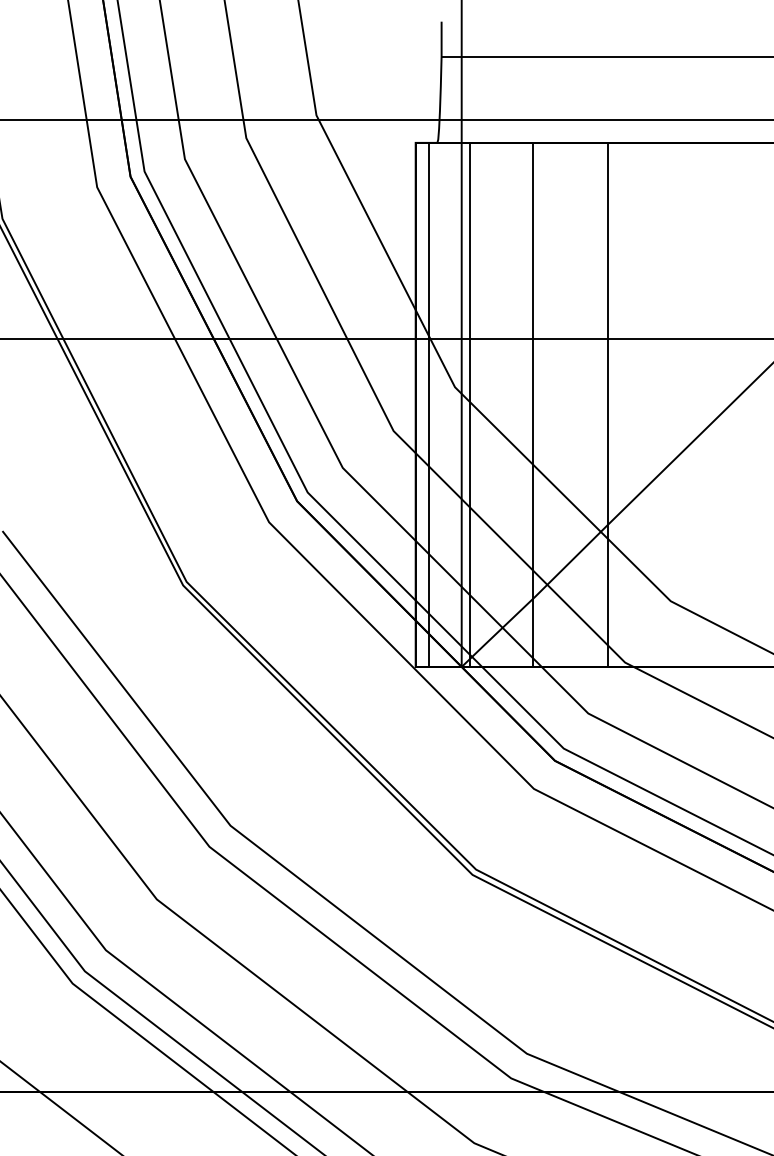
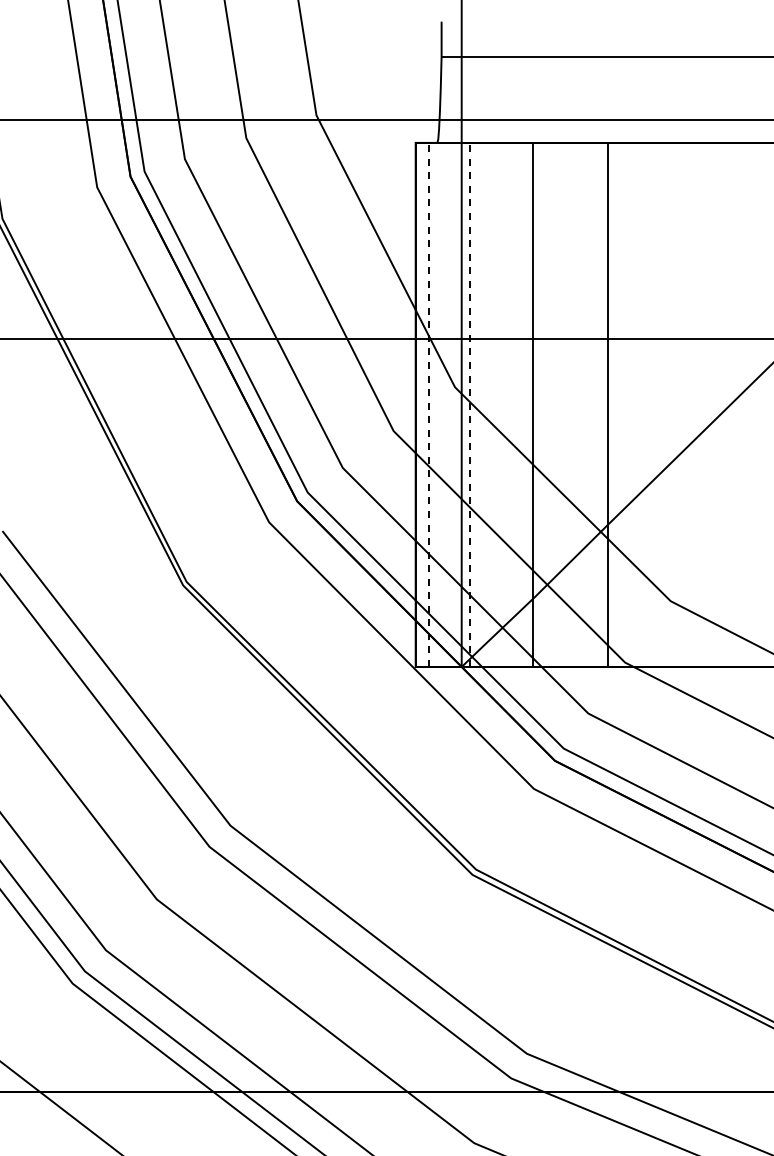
line at (429, 404): solid -> dashed
line at (470, 404): solid -> dashed
